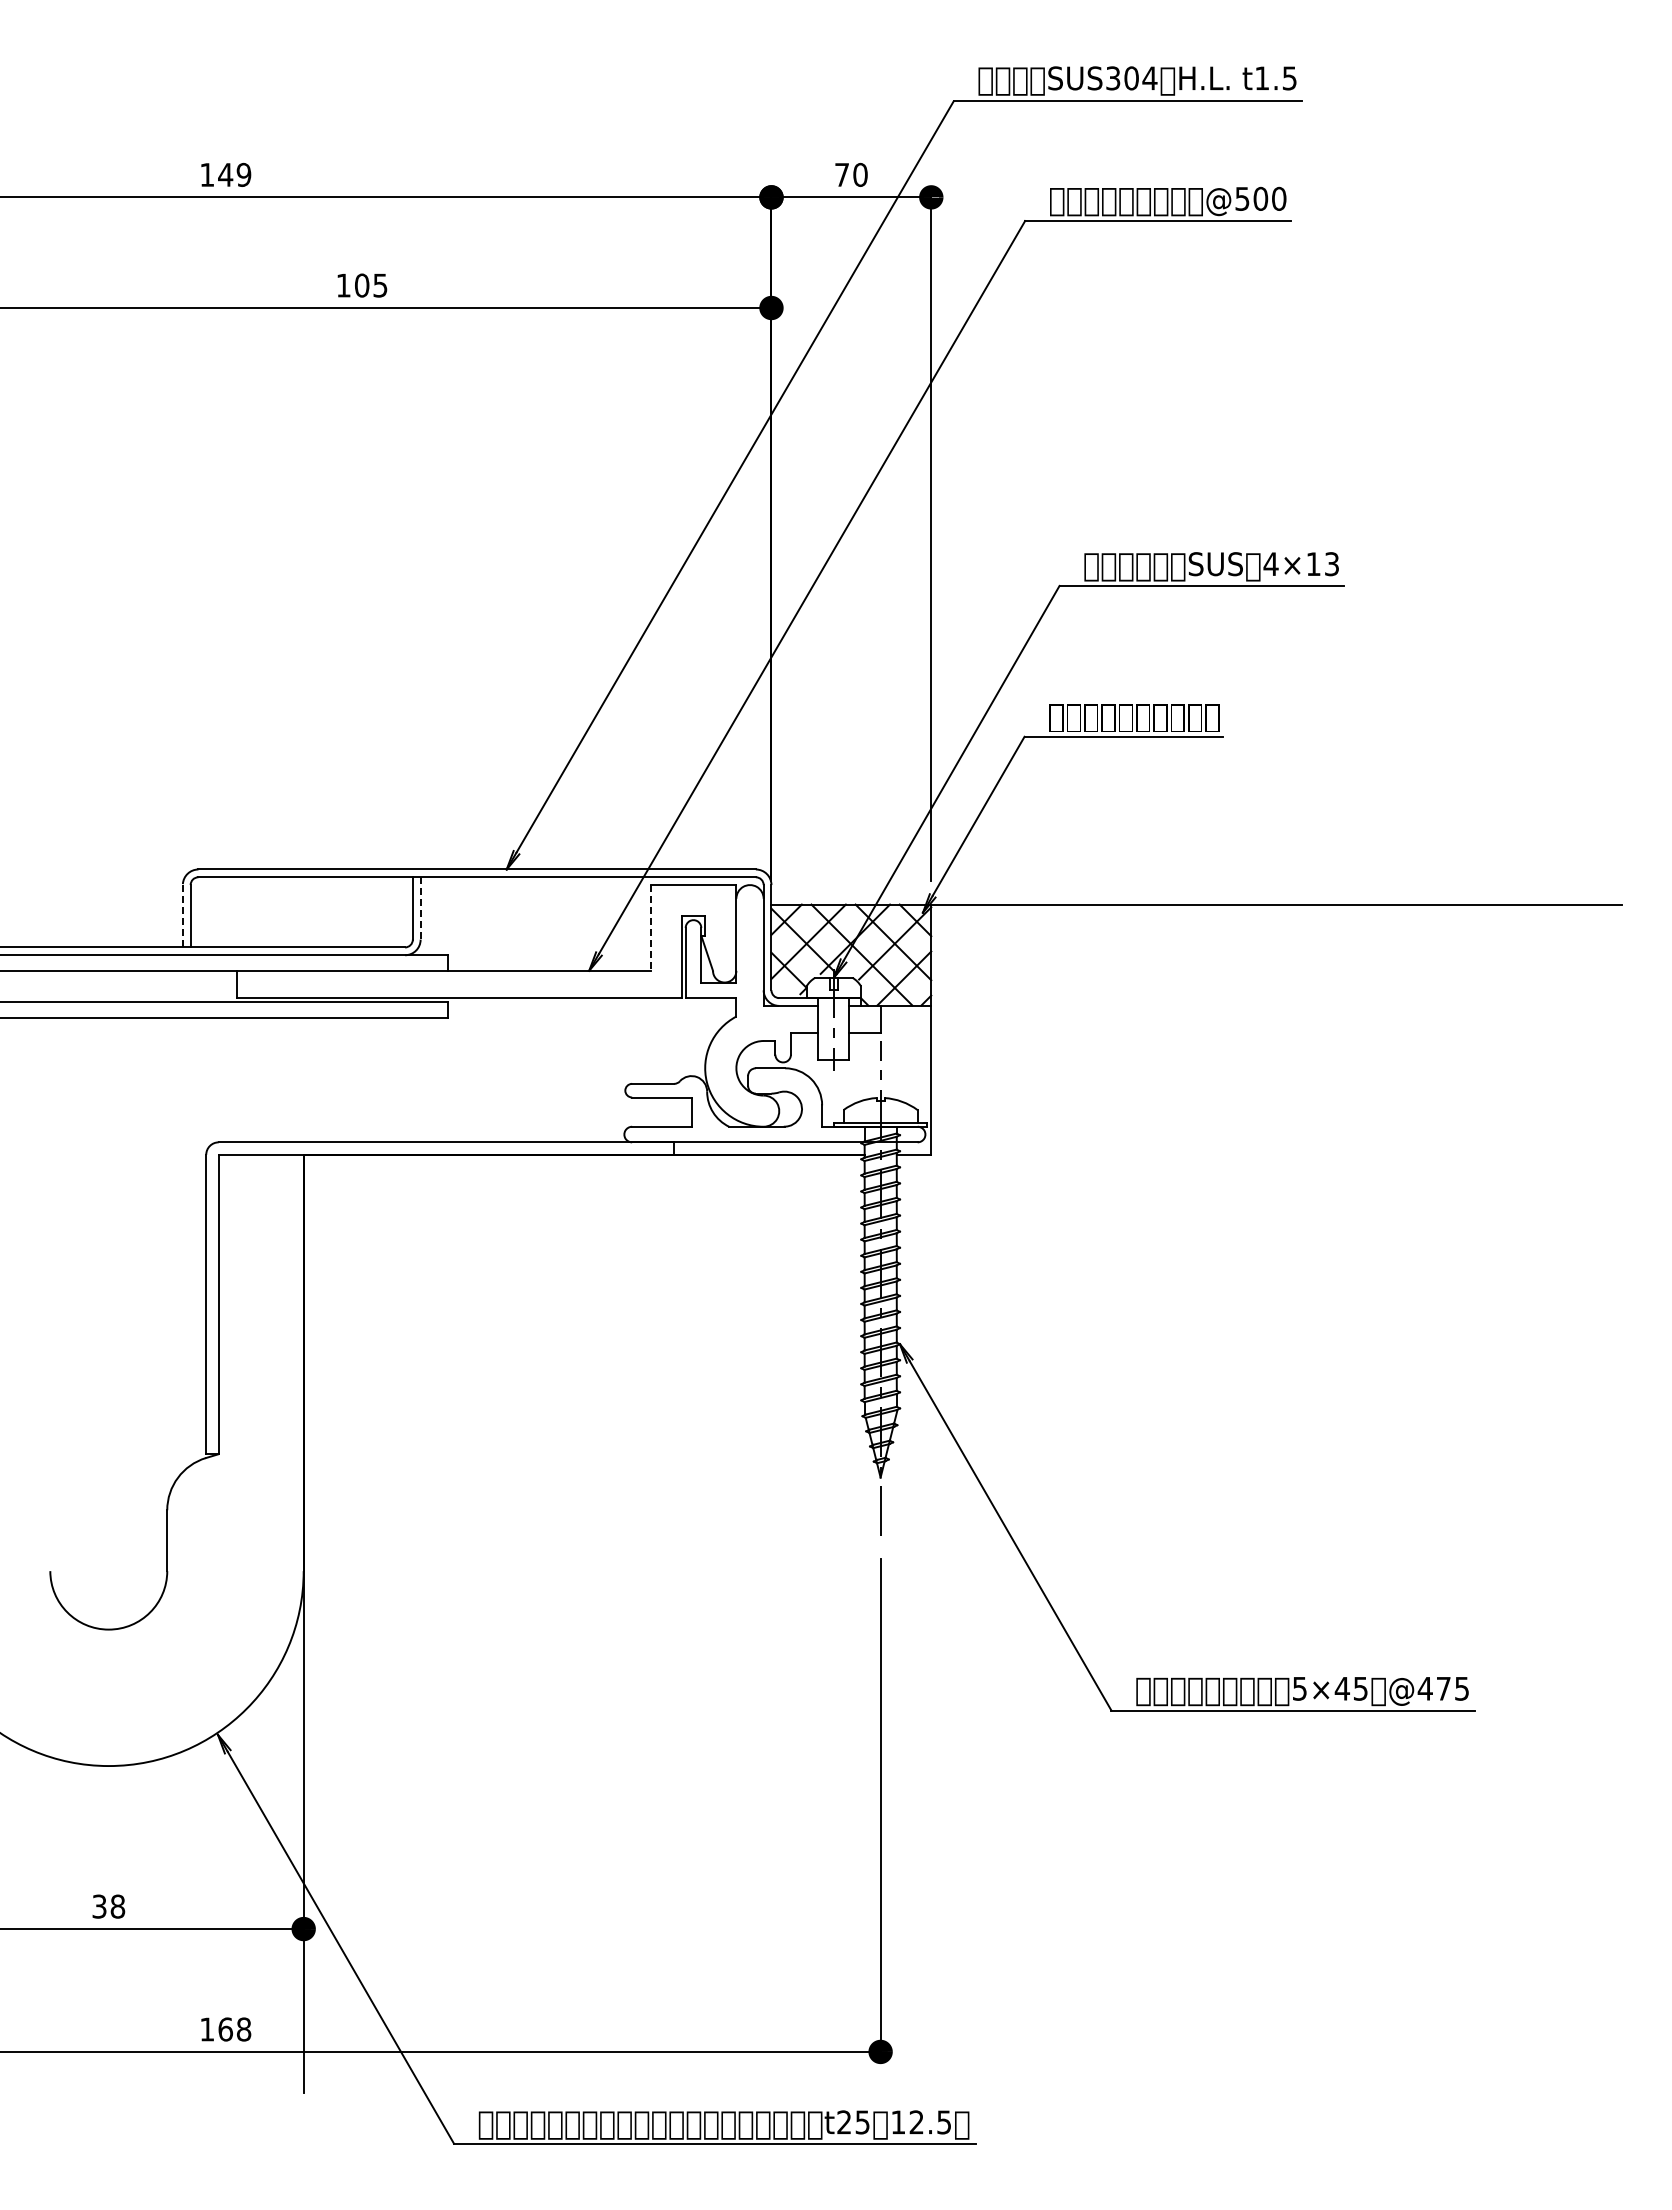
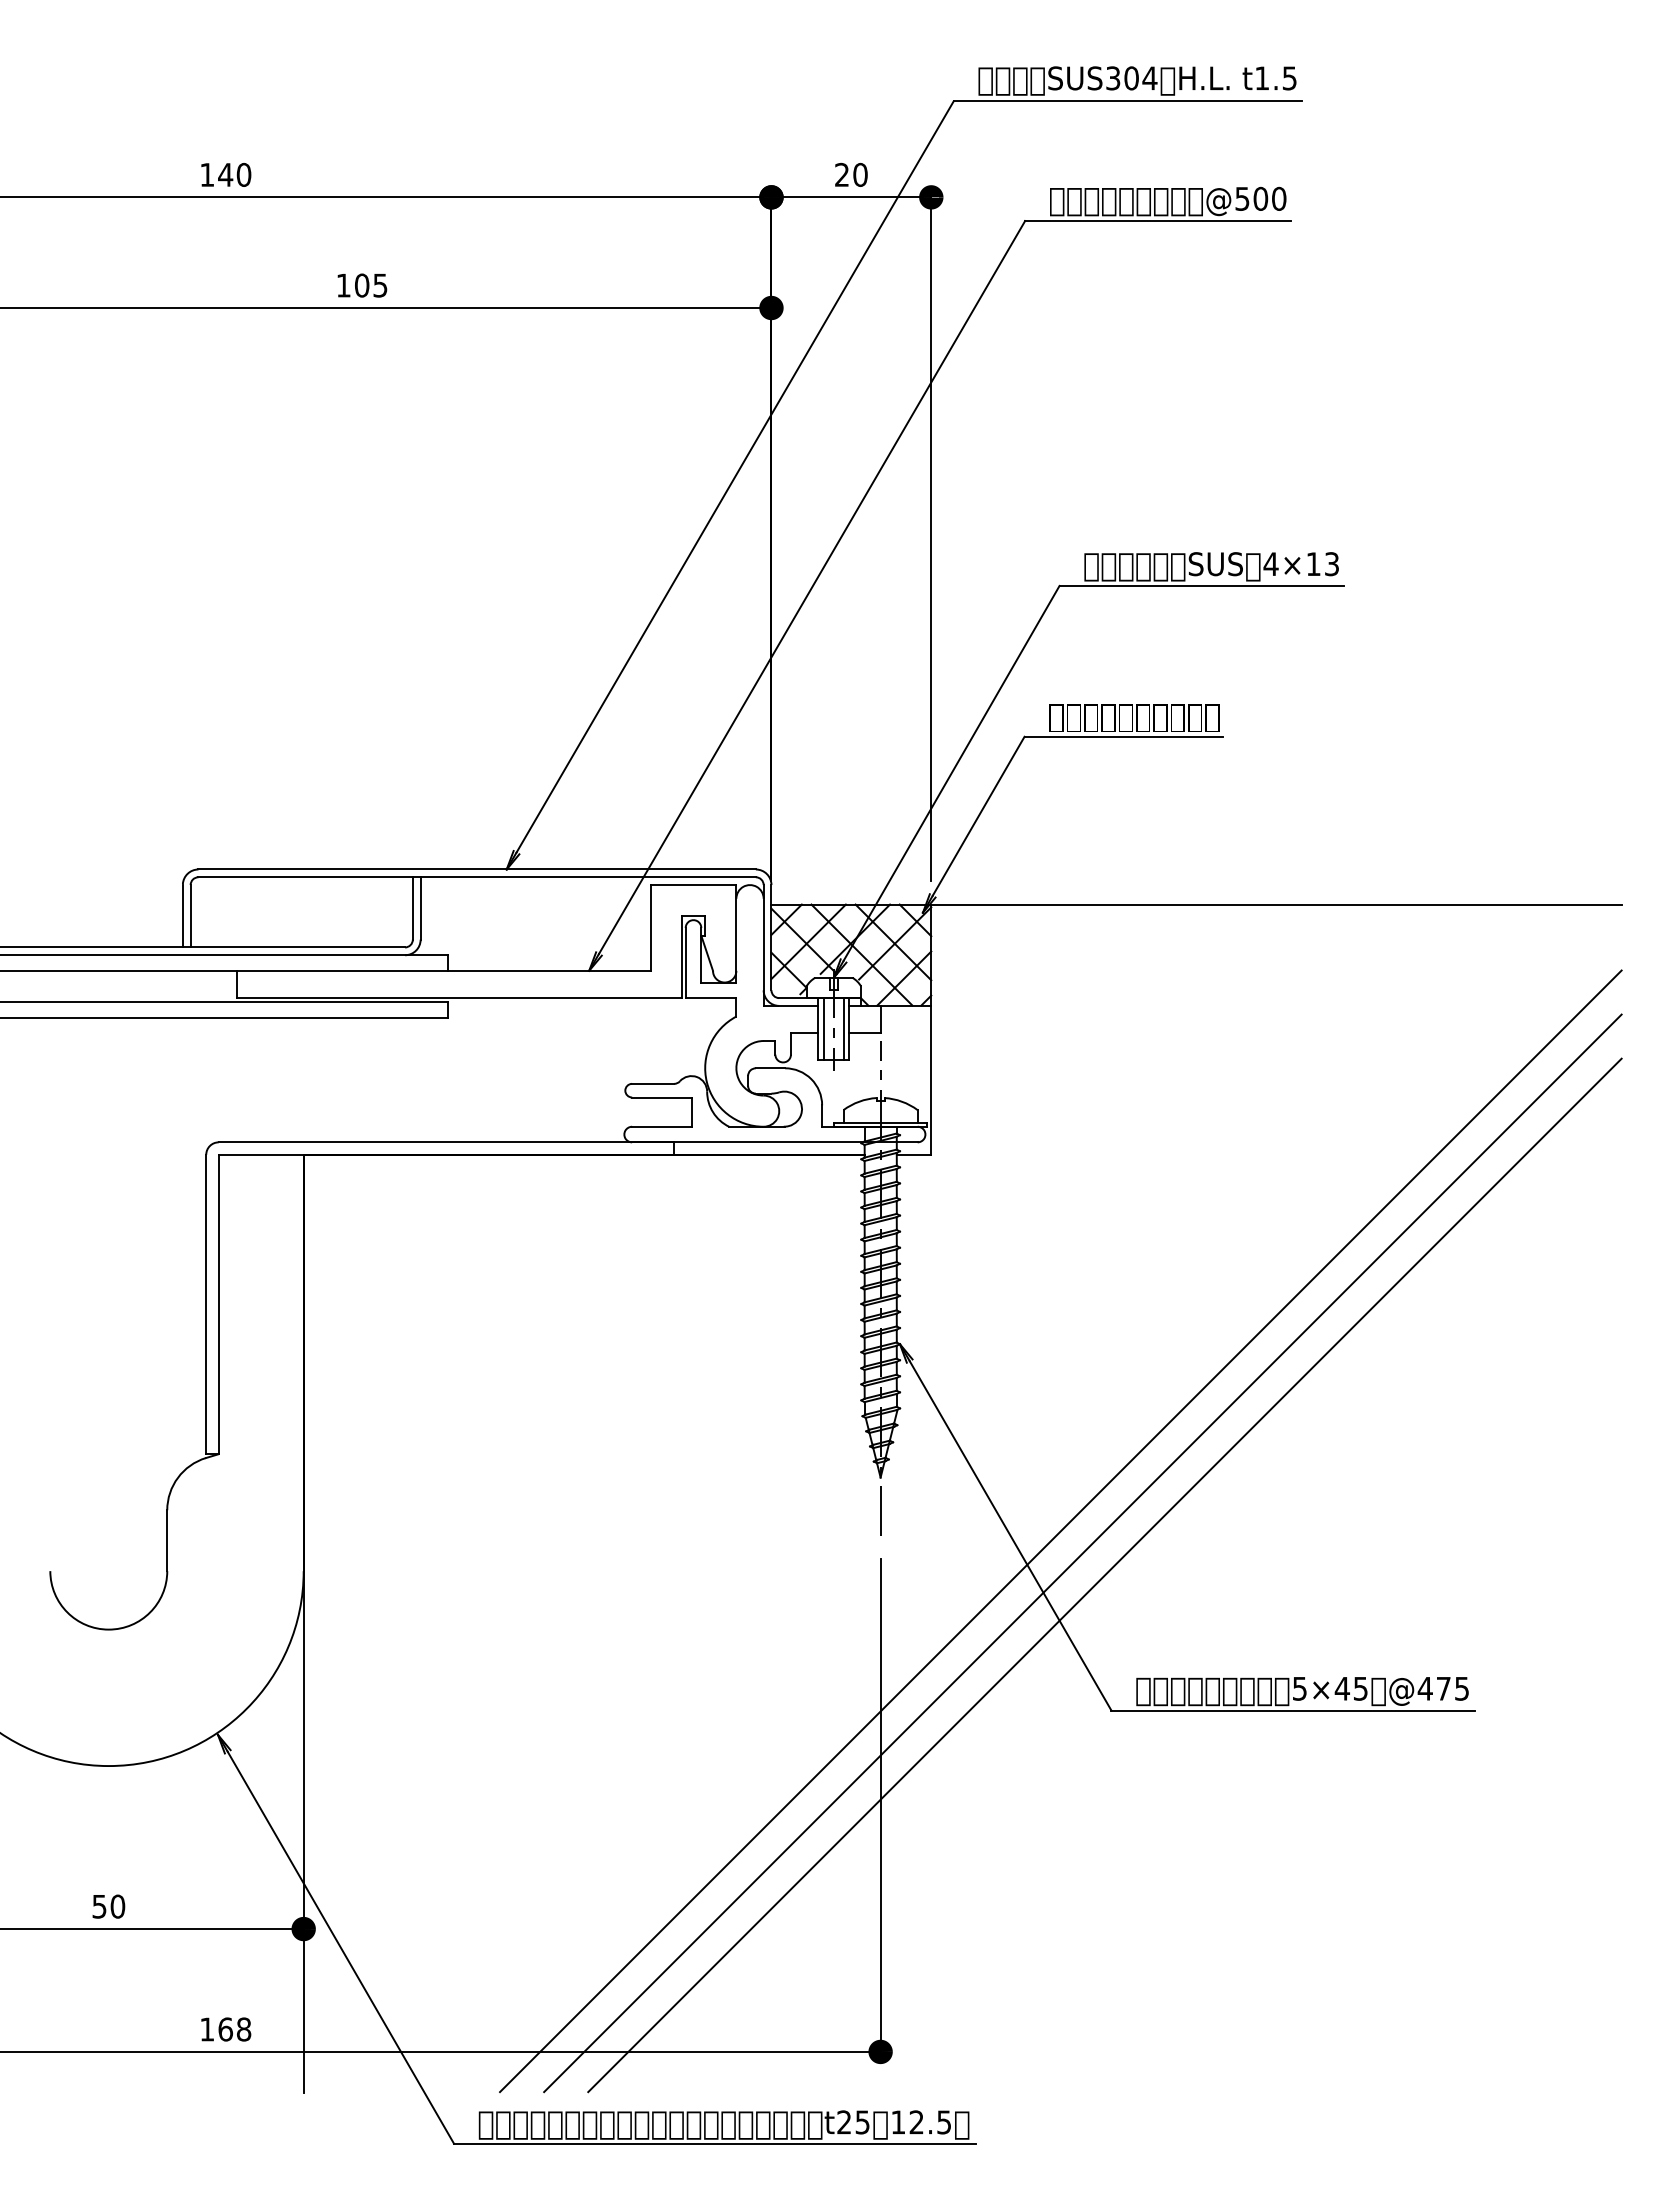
text at (243, 174): 149 -> 140
text at (841, 174): 70 -> 20
line at (420, 908): dashed -> solid
line at (182, 916): dashed -> solid
line at (650, 927): dashed -> solid
line at (823, 1029): none -> present
line at (843, 1029): none -> present
line at (1060, 1531): none -> present
line at (1082, 1553): none -> present
line at (1104, 1575): none -> present
text at (109, 1906): 38 -> 50
